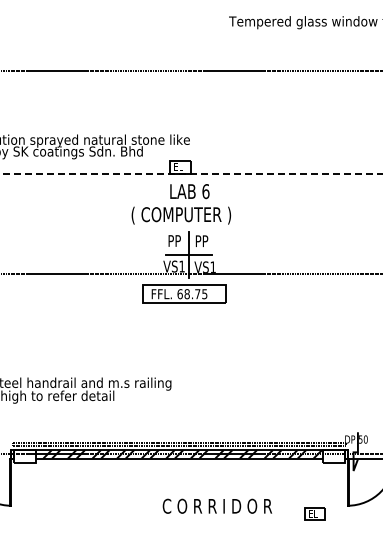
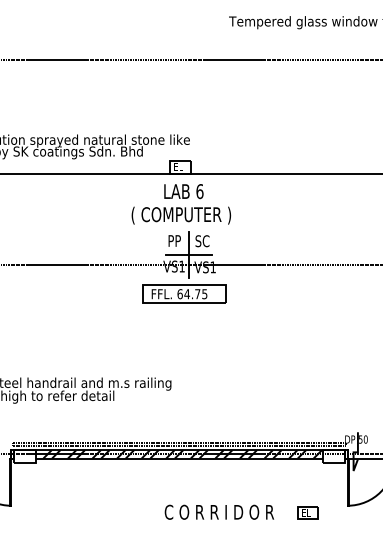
line at (190, 70) position: (190, 70) -> (190, 59)
line at (191, 174): dashed -> solid
text at (189, 191) position: (189, 191) -> (183, 191)
text at (202, 241): PP -> SC
line at (190, 274) position: (190, 274) -> (190, 265)
text at (187, 294): 68.75 -> 64.75
text at (217, 505) position: (217, 505) -> (219, 511)
part at (314, 513) position: (314, 513) -> (307, 512)
